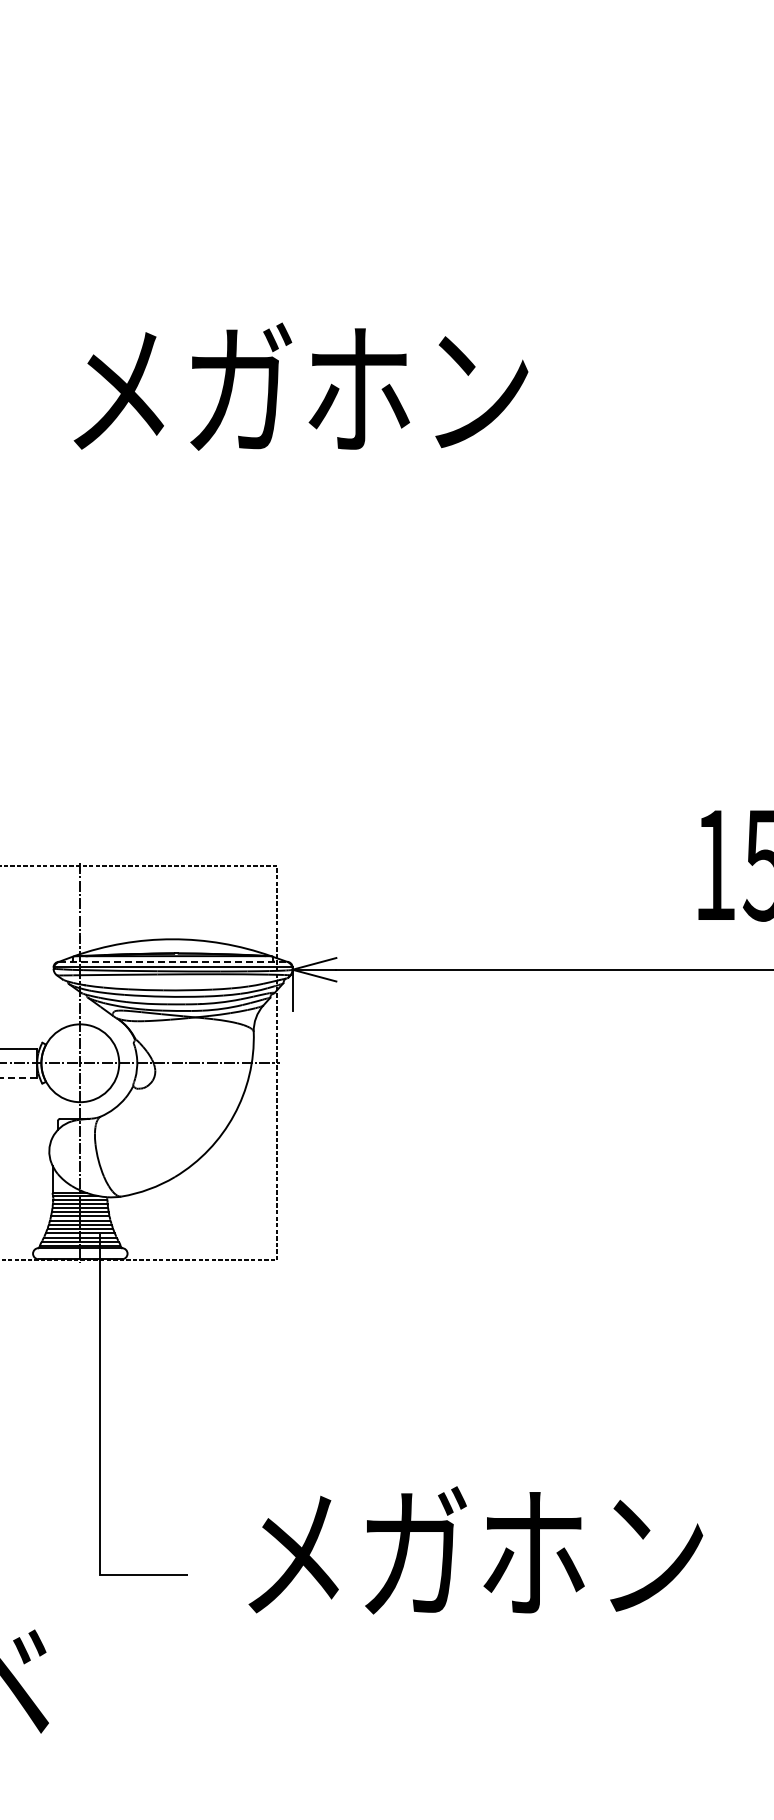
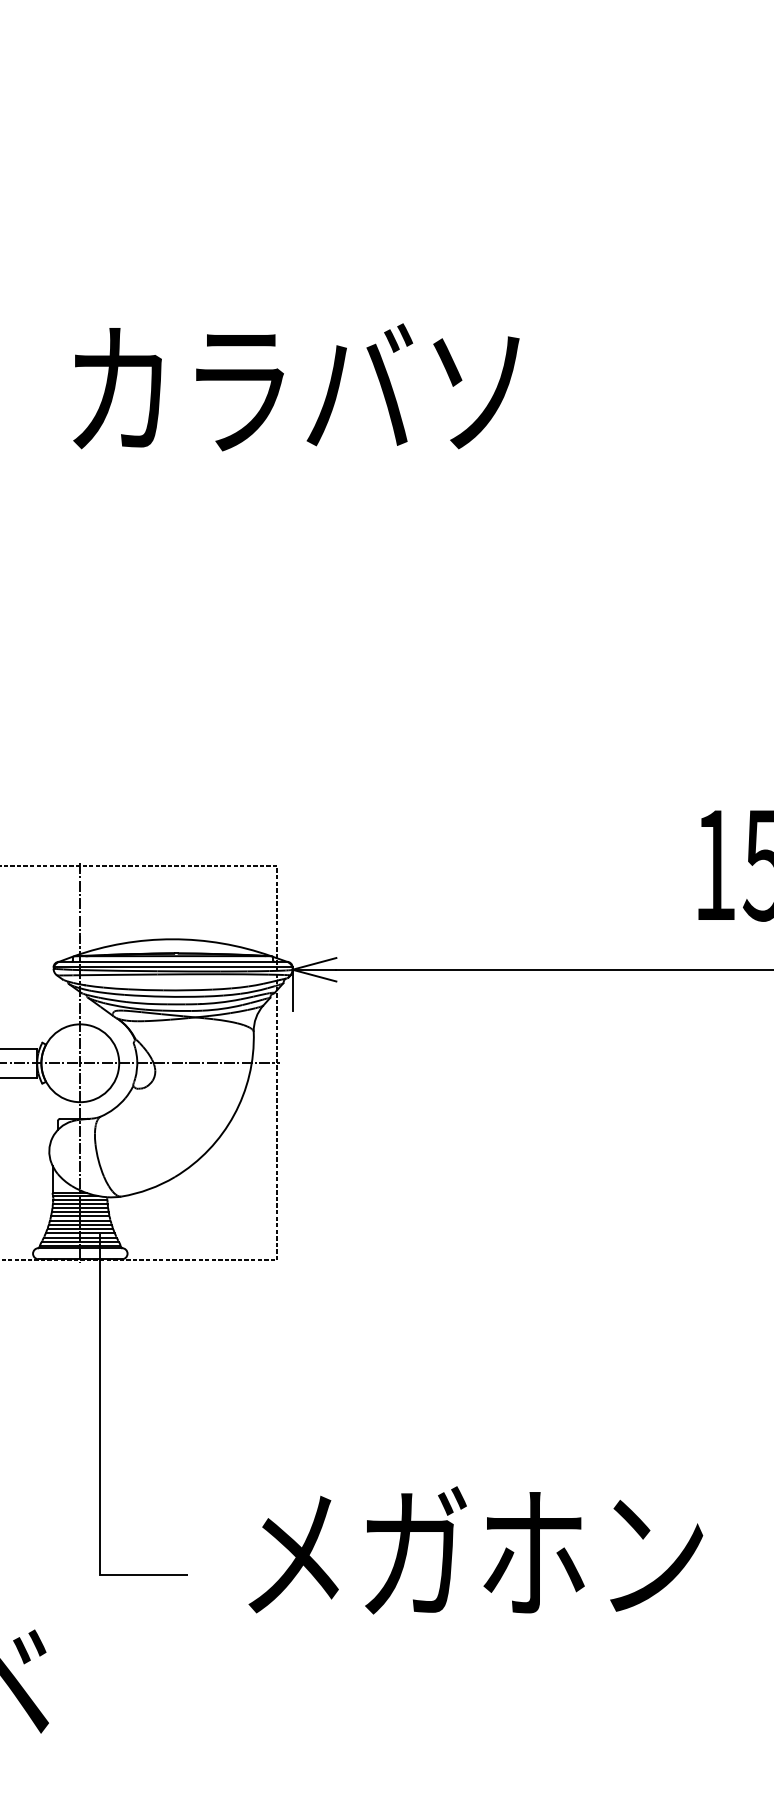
text at (300, 386): メガホン -> カラバソ
line at (173, 961): dashed -> solid
line at (18, 1077): dashed -> solid
